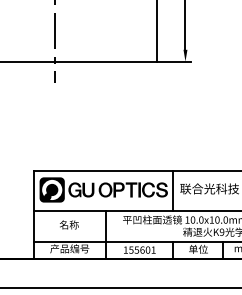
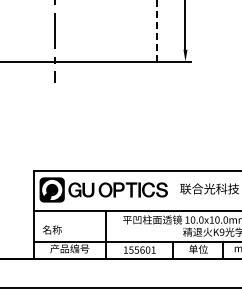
line at (156, 31): solid -> dashed
line at (173, 190): present -> none
text at (69, 224) position: (69, 224) -> (52, 229)
